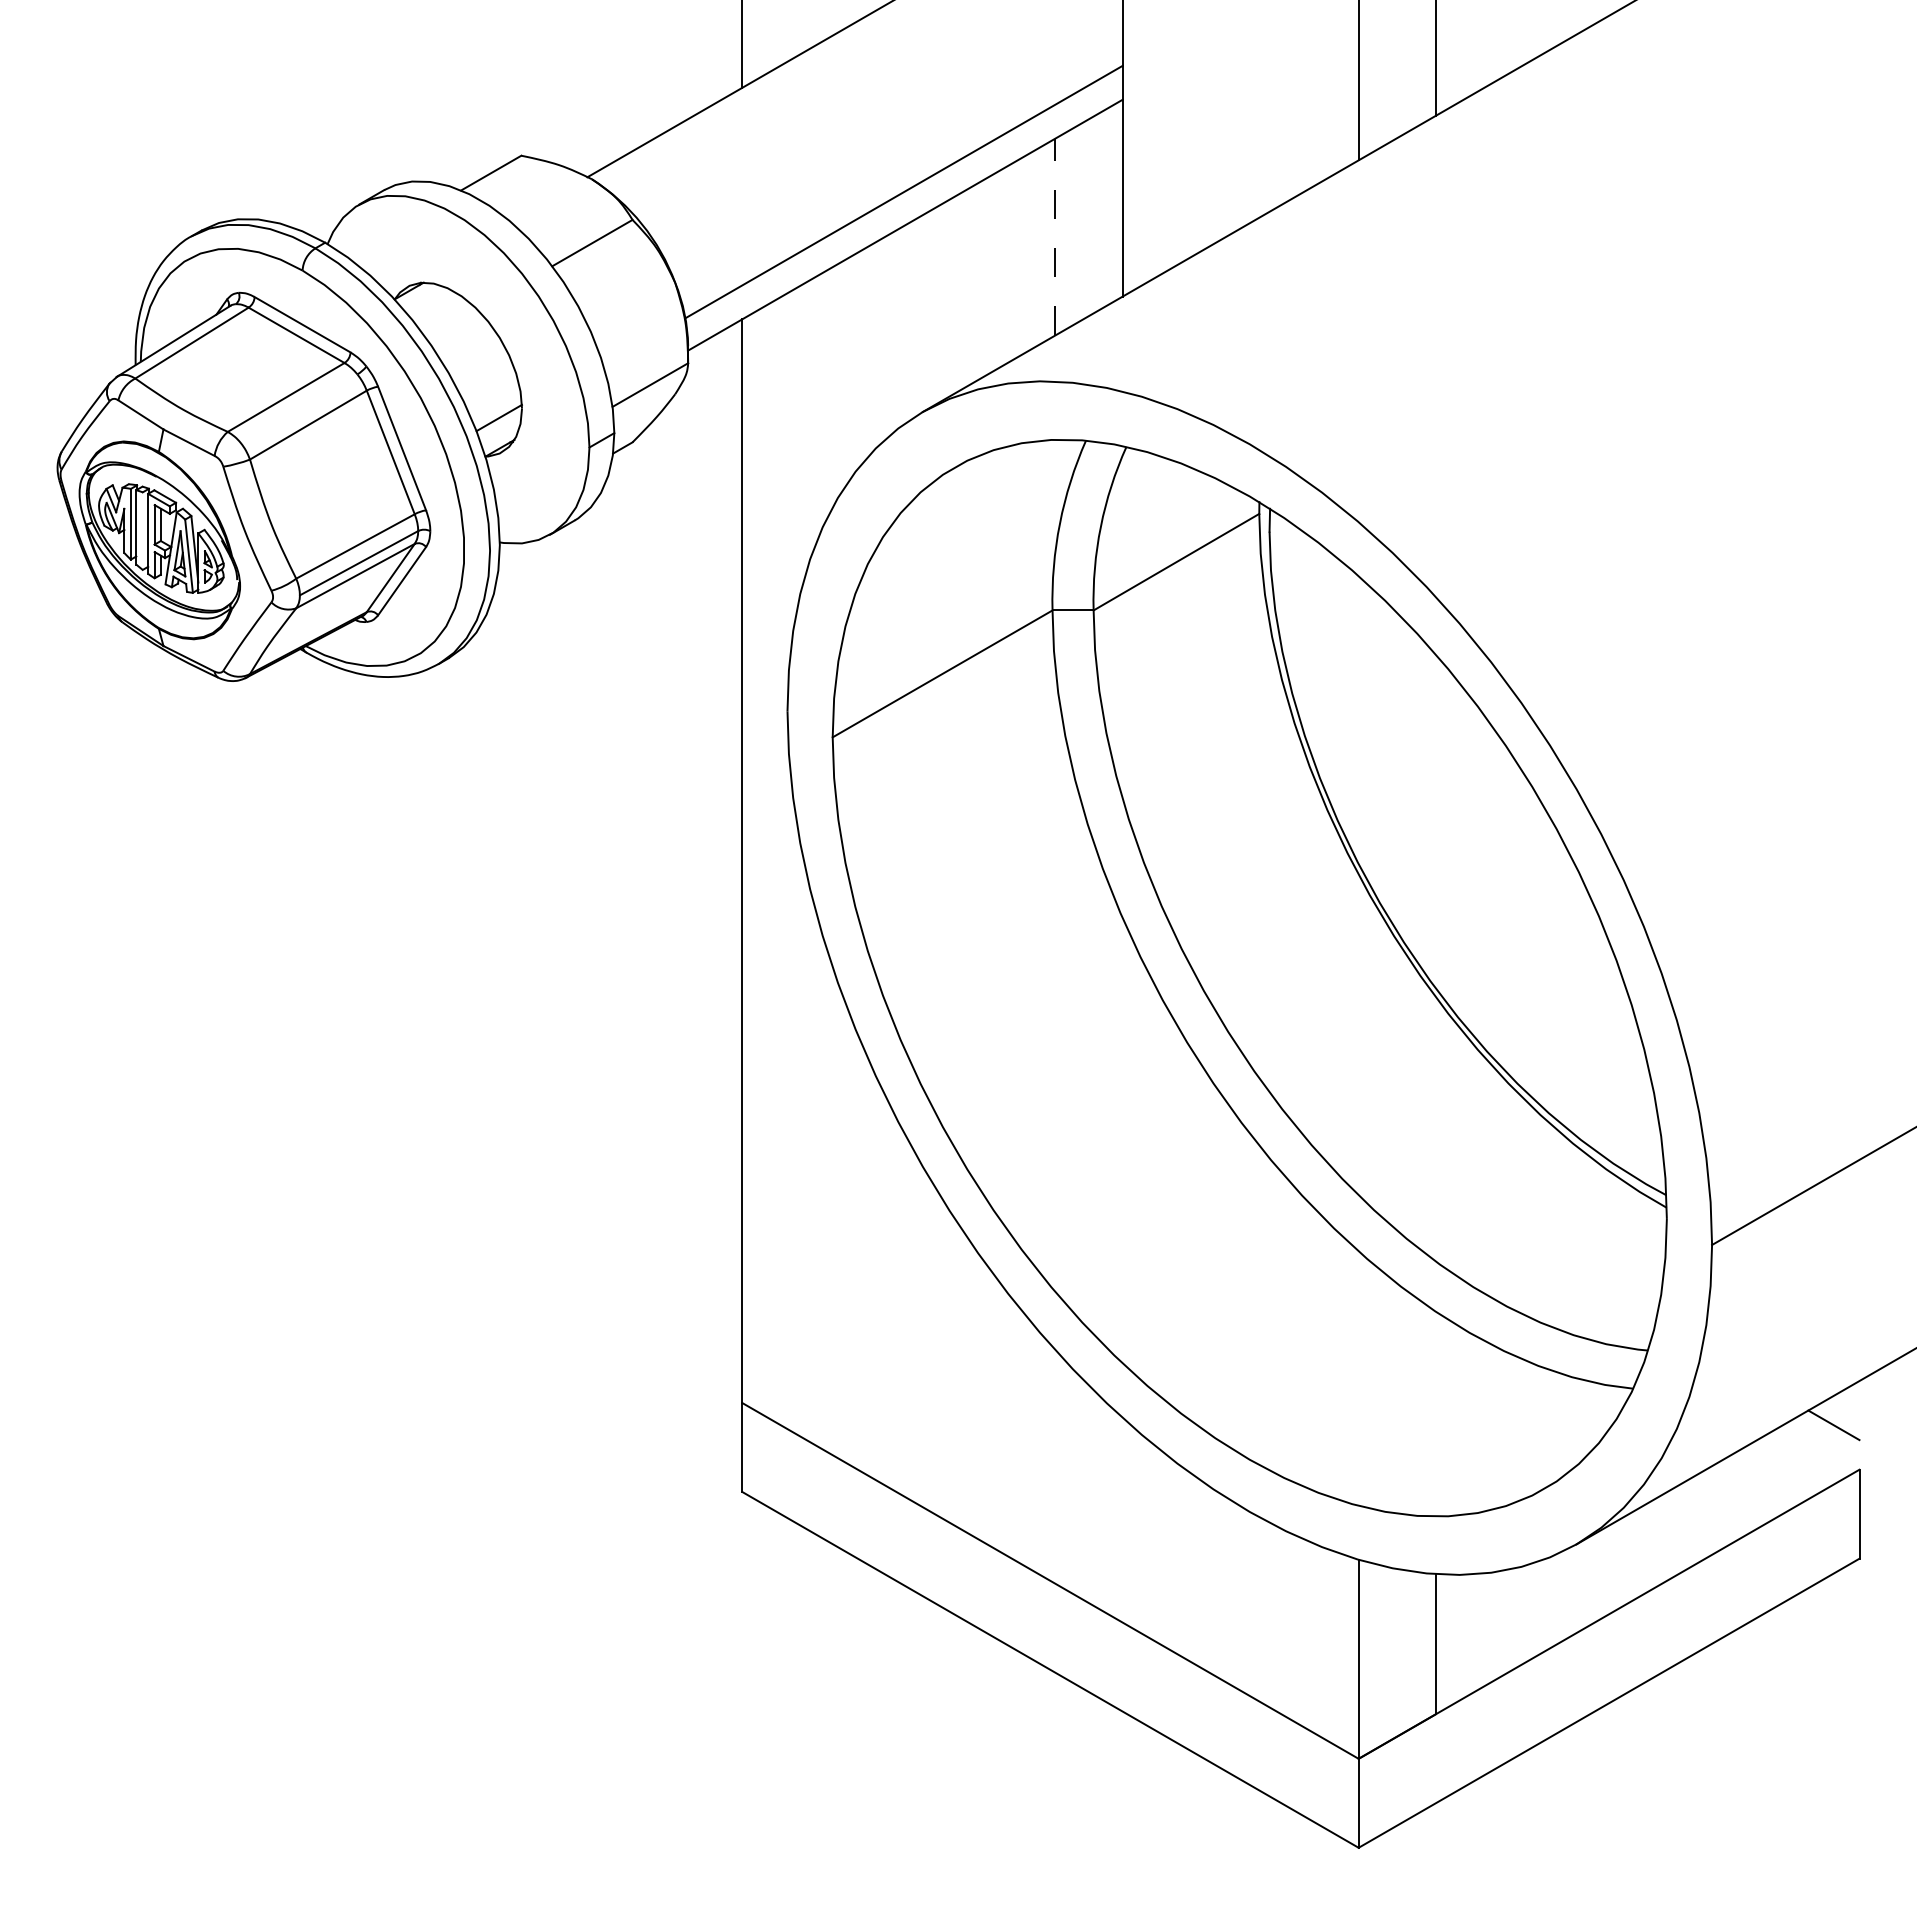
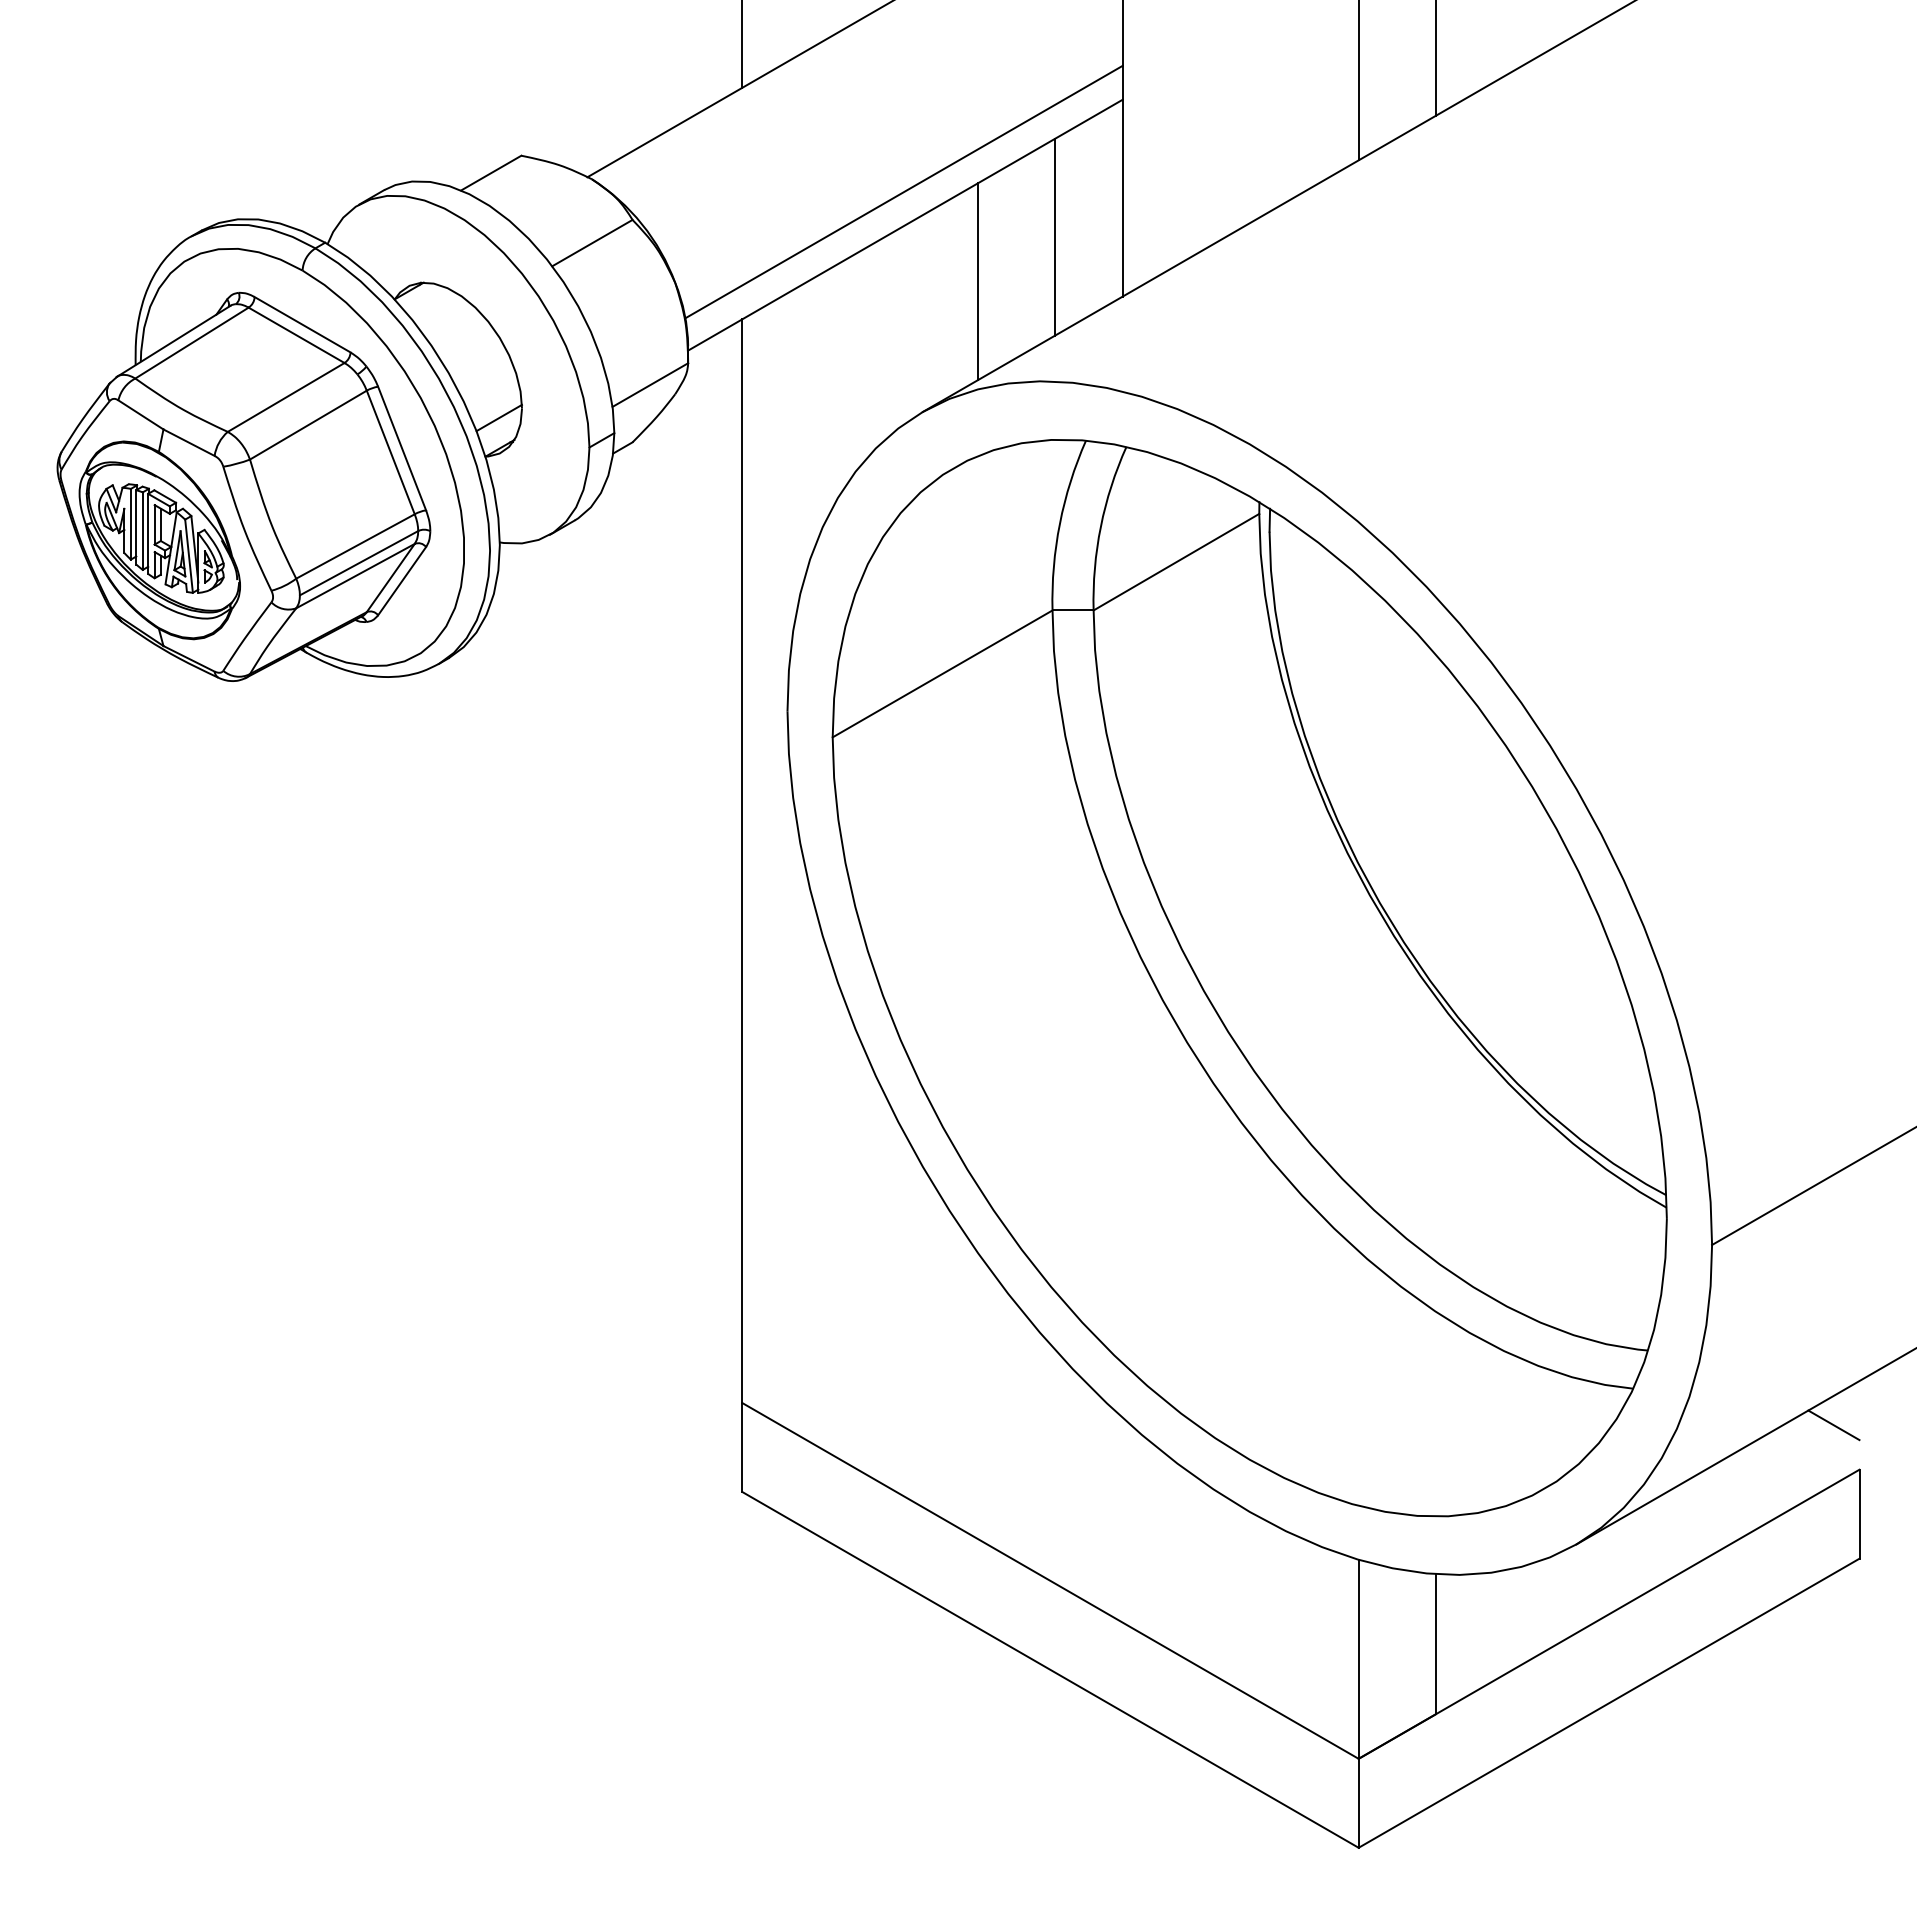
line at (1055, 236): dashed -> solid
line at (978, 281): none -> present
line at (142, 530): none -> present
